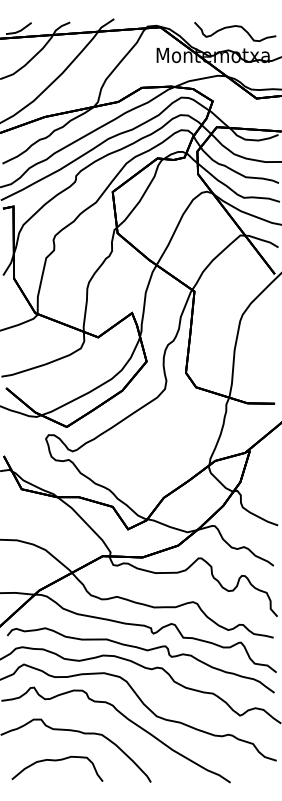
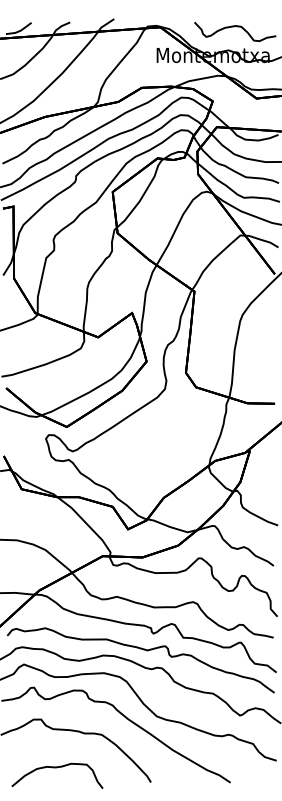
curve at (57, 761) position: (57, 761) -> (57, 768)
